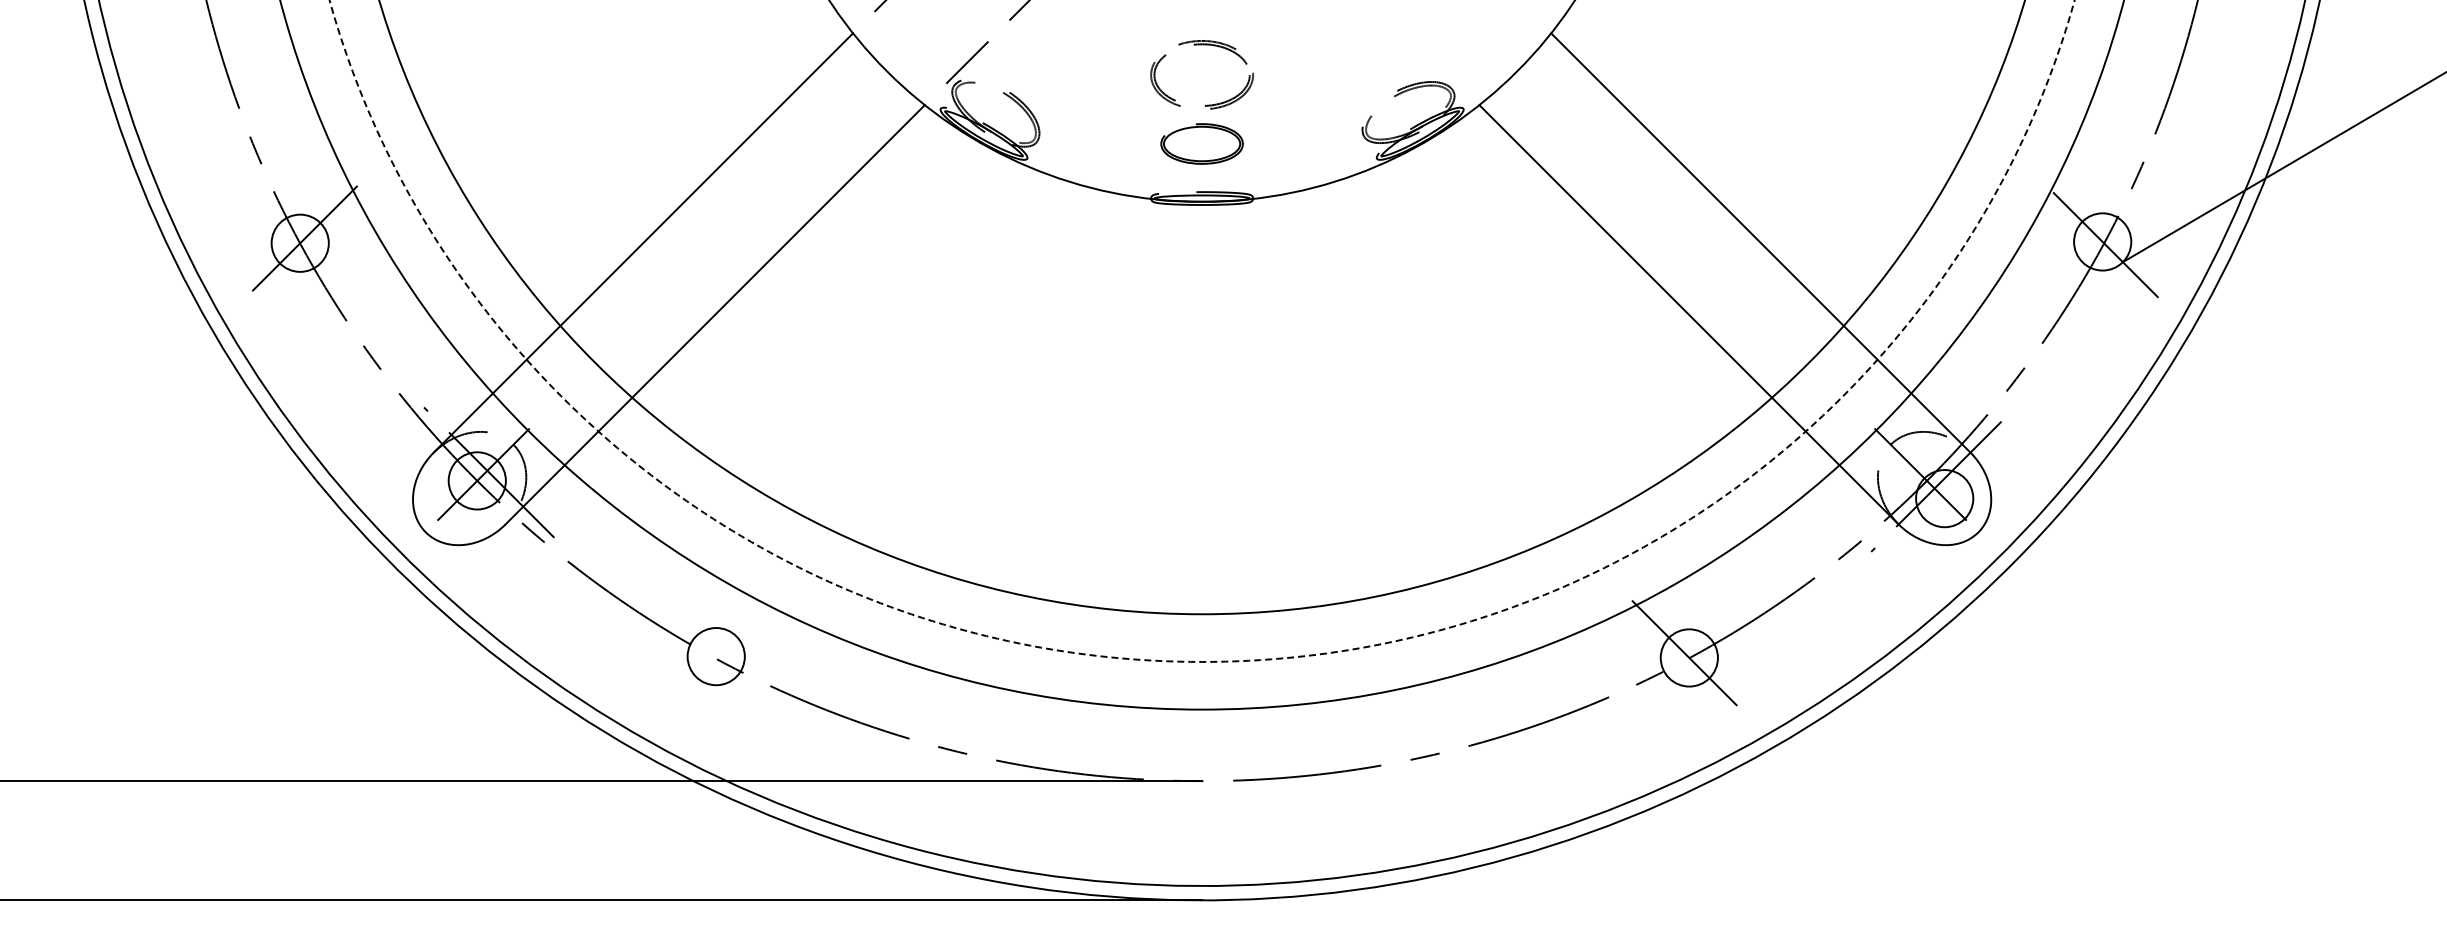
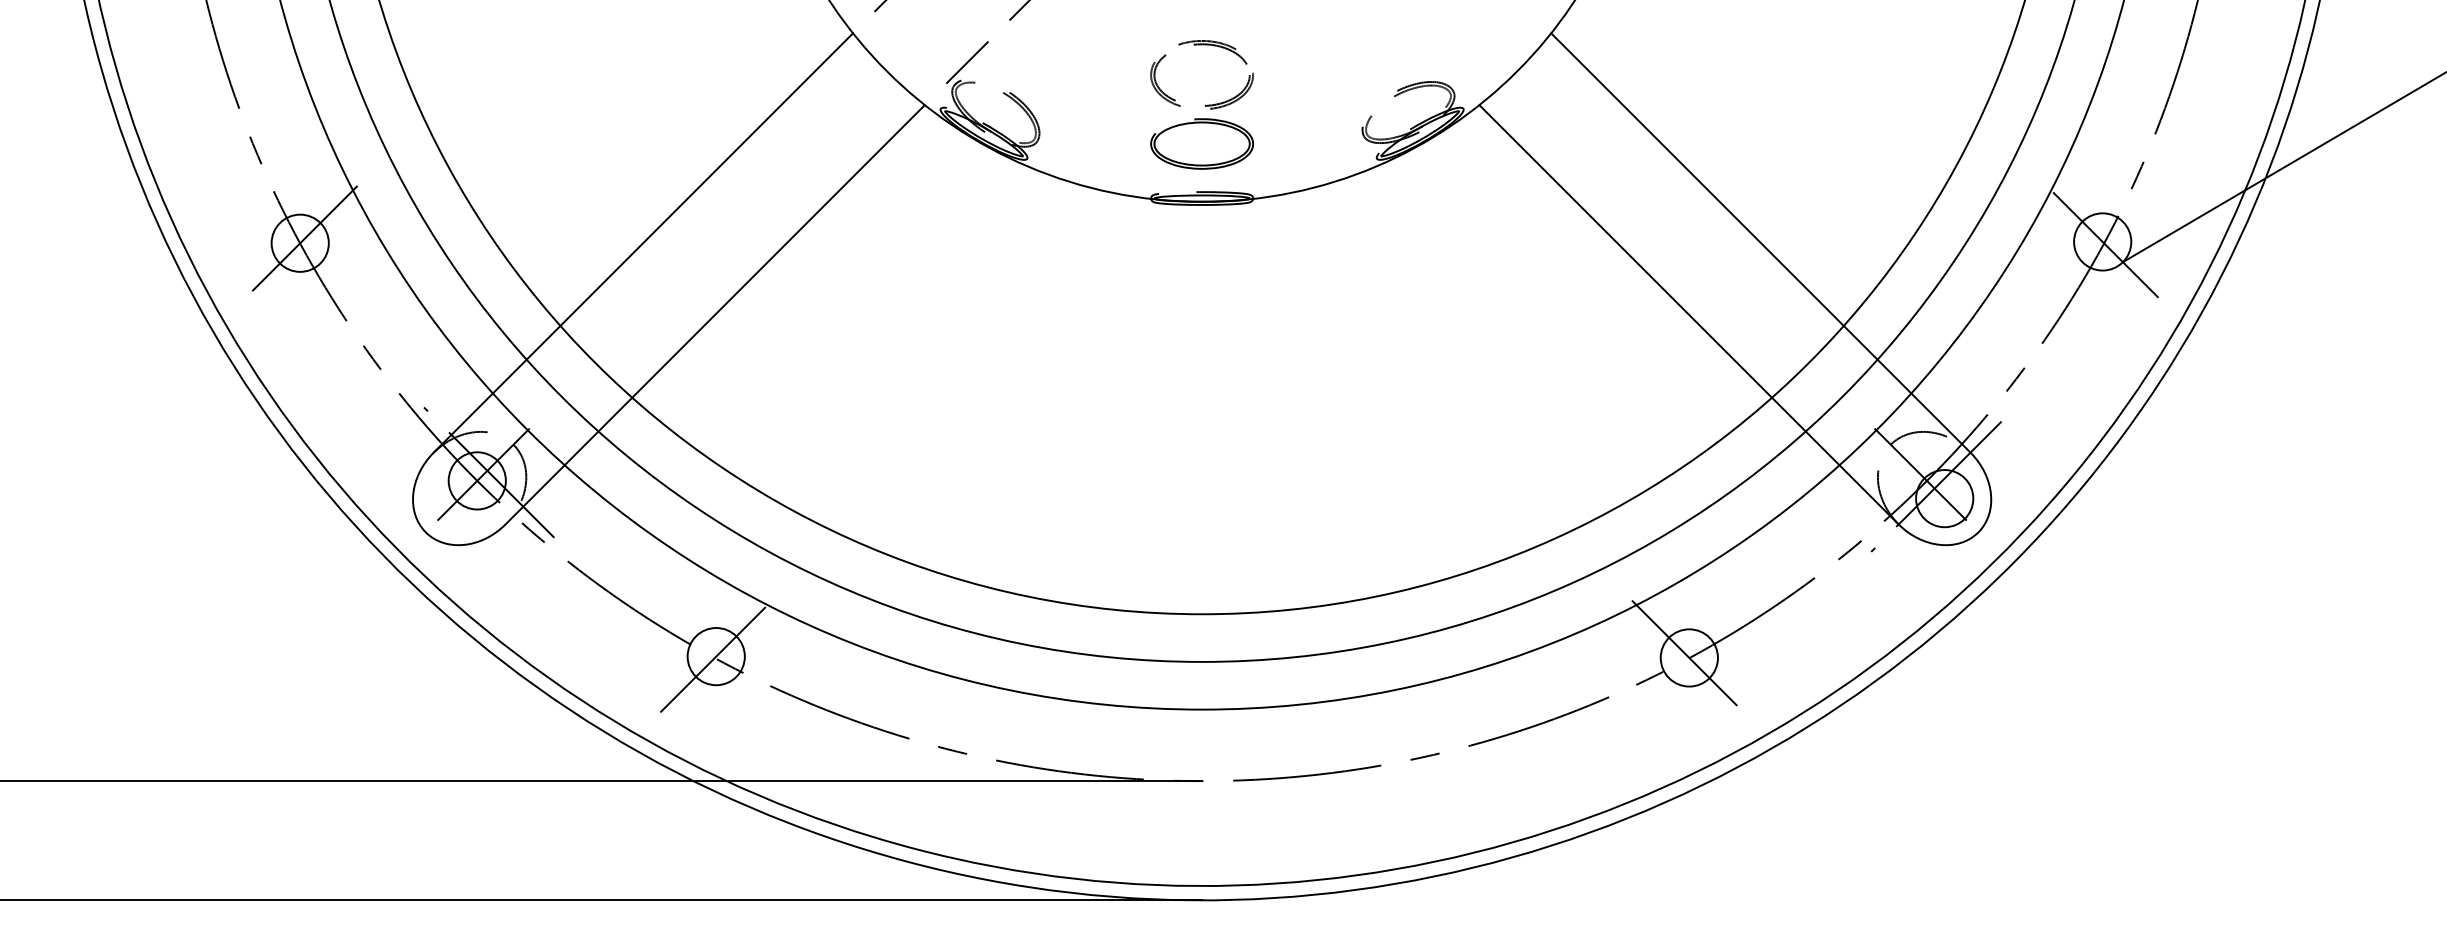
part at (1201, 143) size: 84x42 px -> 104x52 px
circle at (1201, 330): dashed -> solid
line at (716, 656): none -> present
